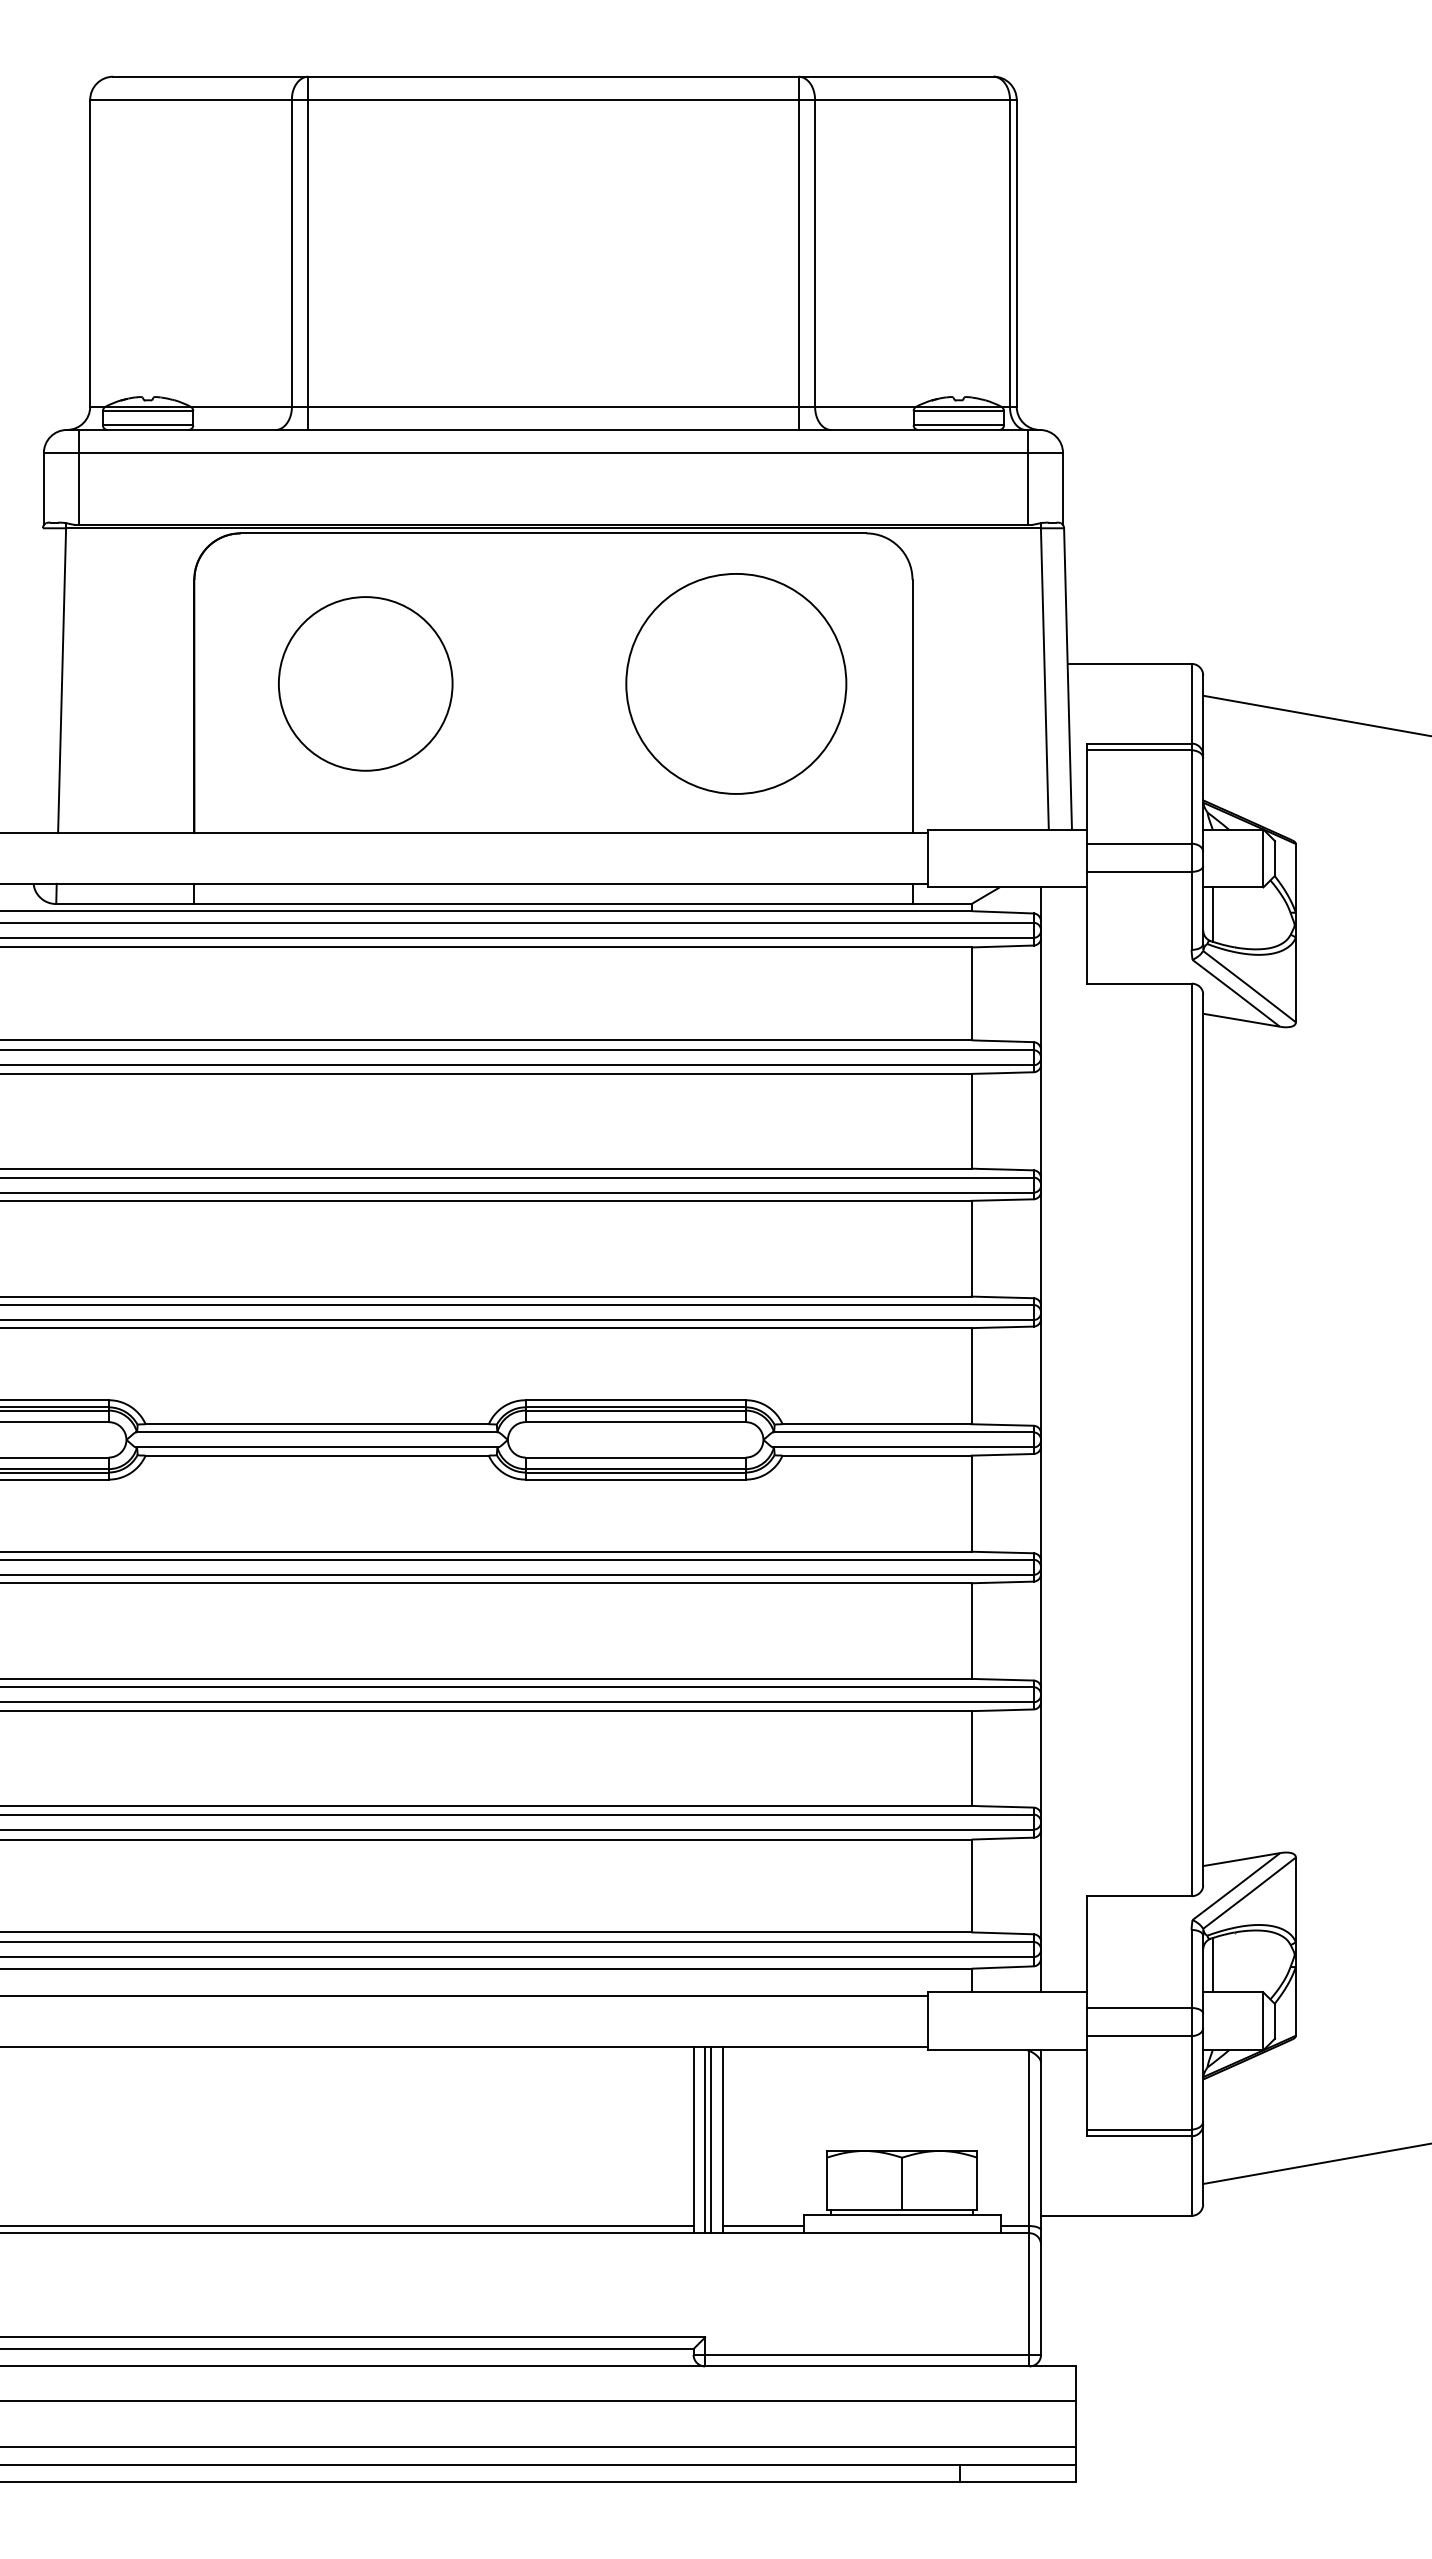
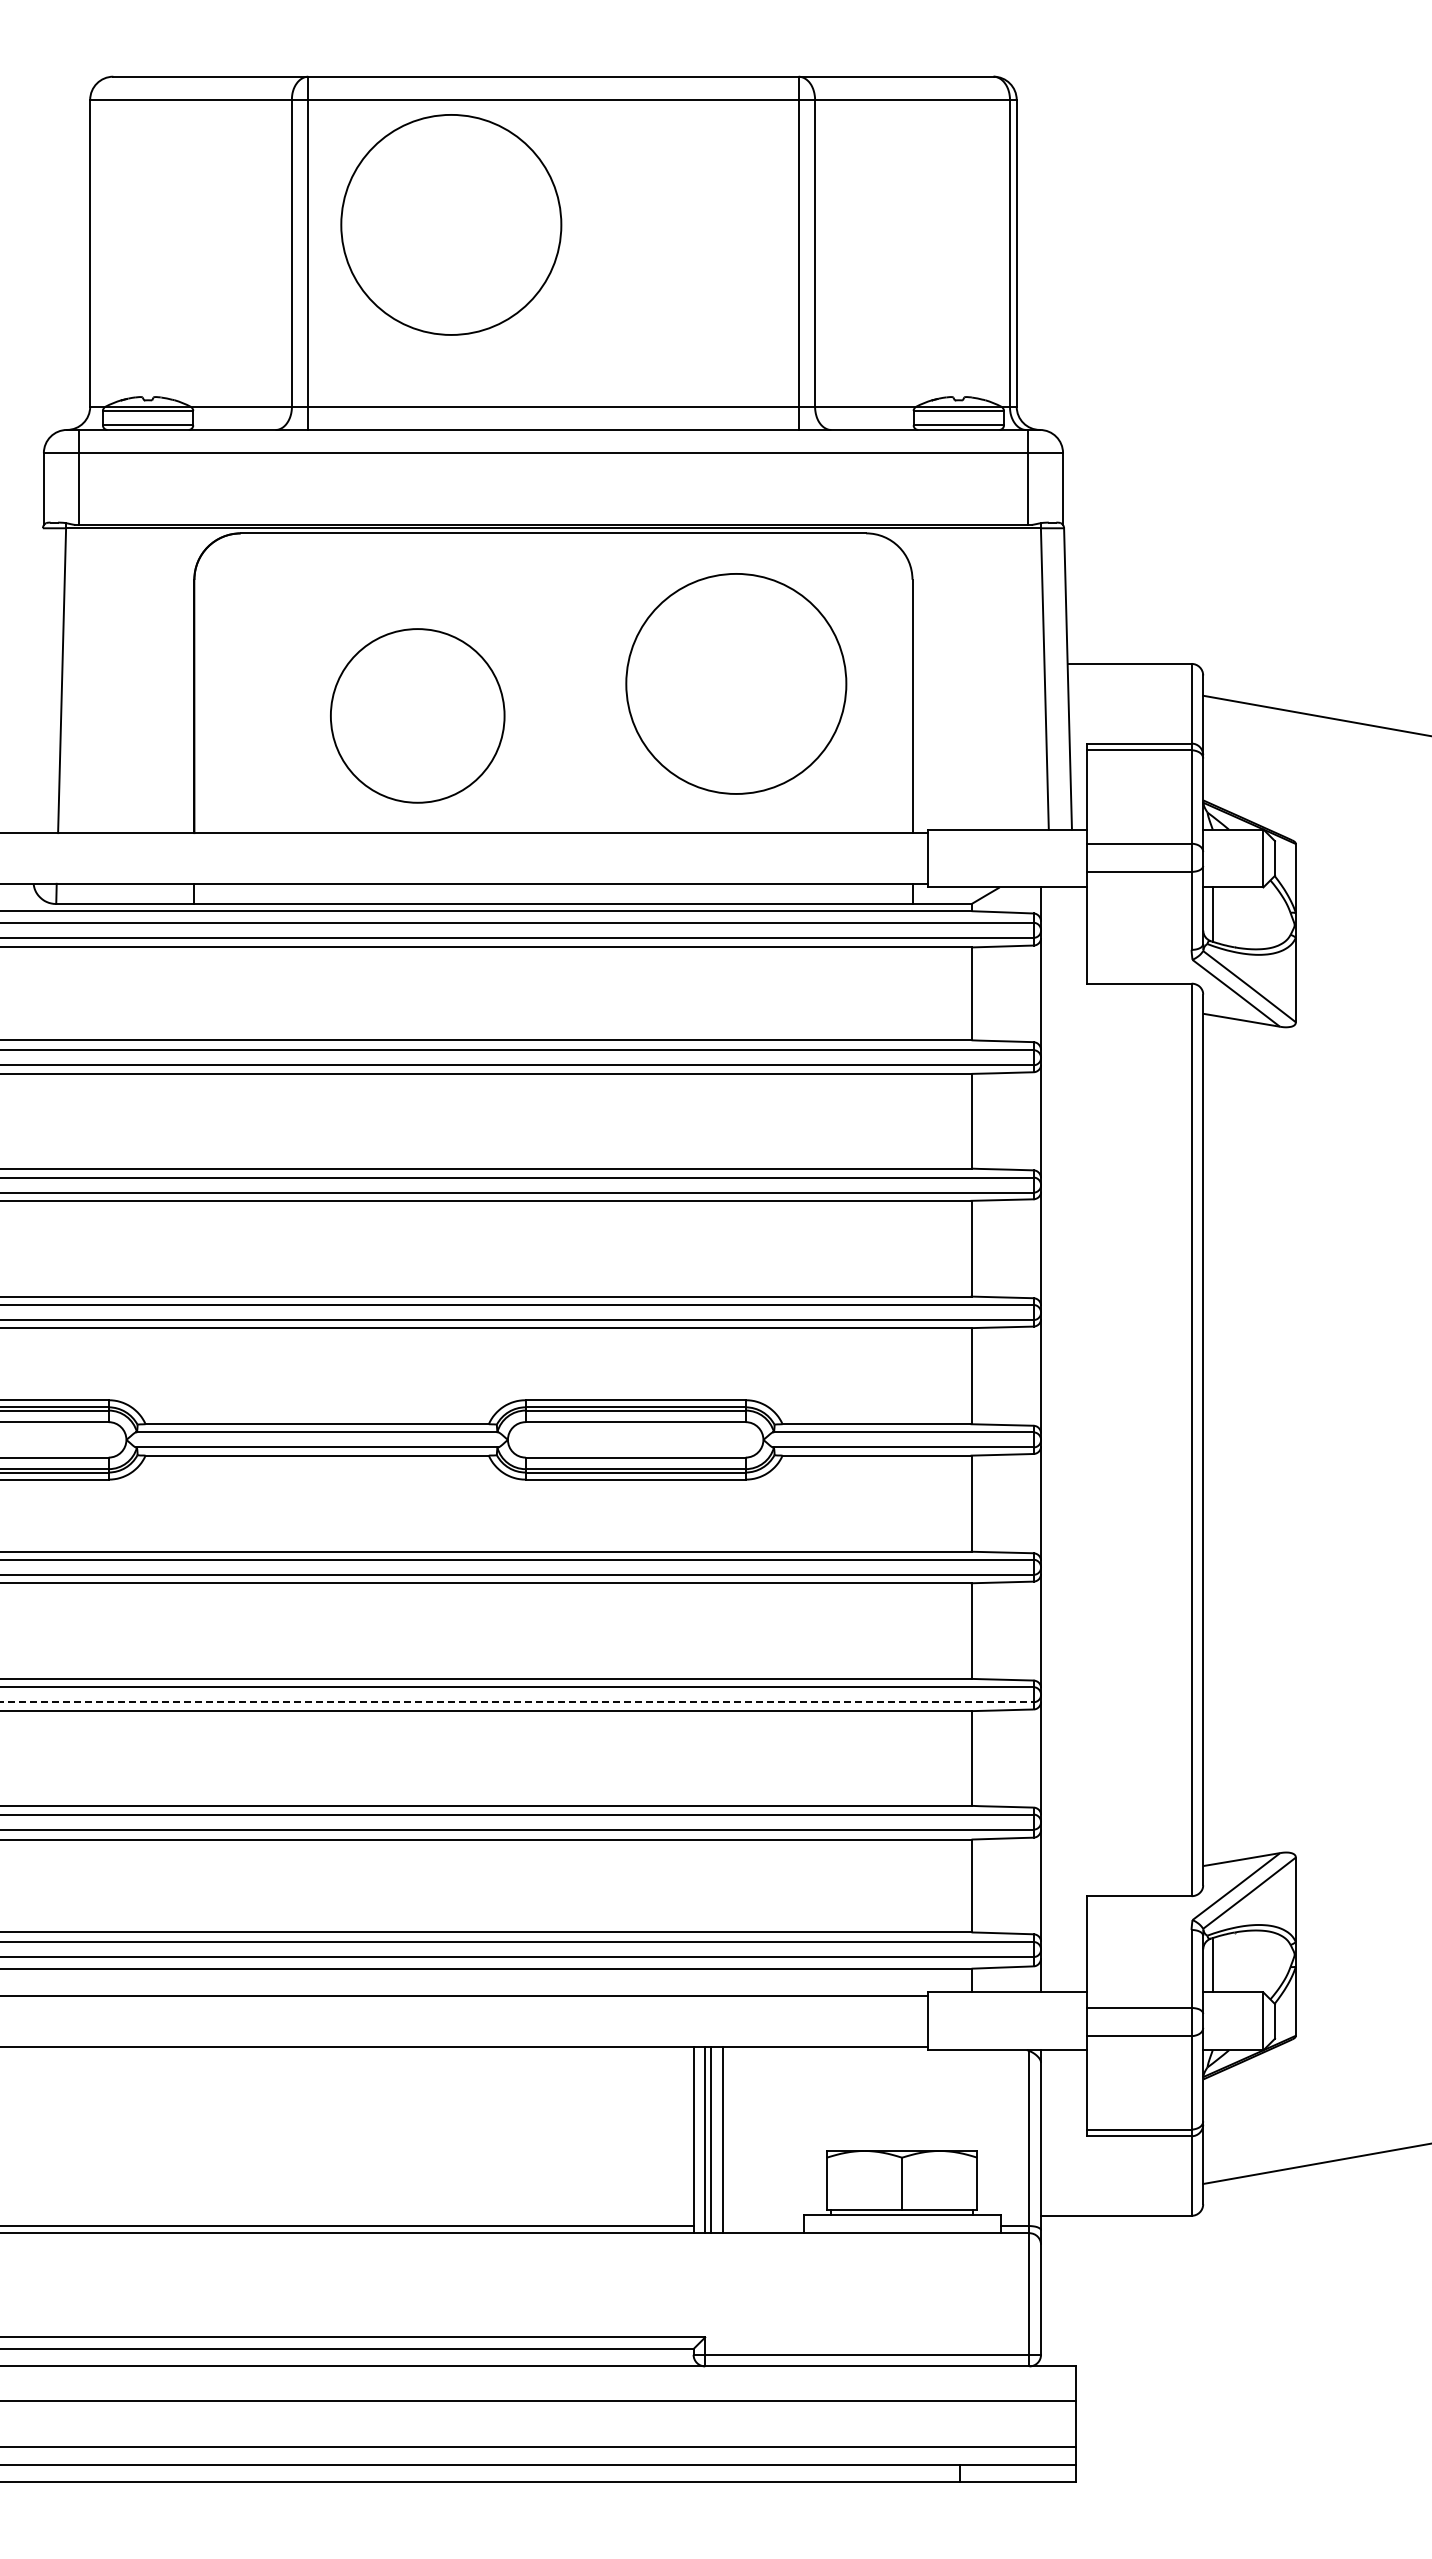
circle at (451, 224): none -> present
circle at (365, 683) position: (365, 683) -> (417, 715)
line at (517, 1702): solid -> dashed
line at (762, 2226): present -> none
